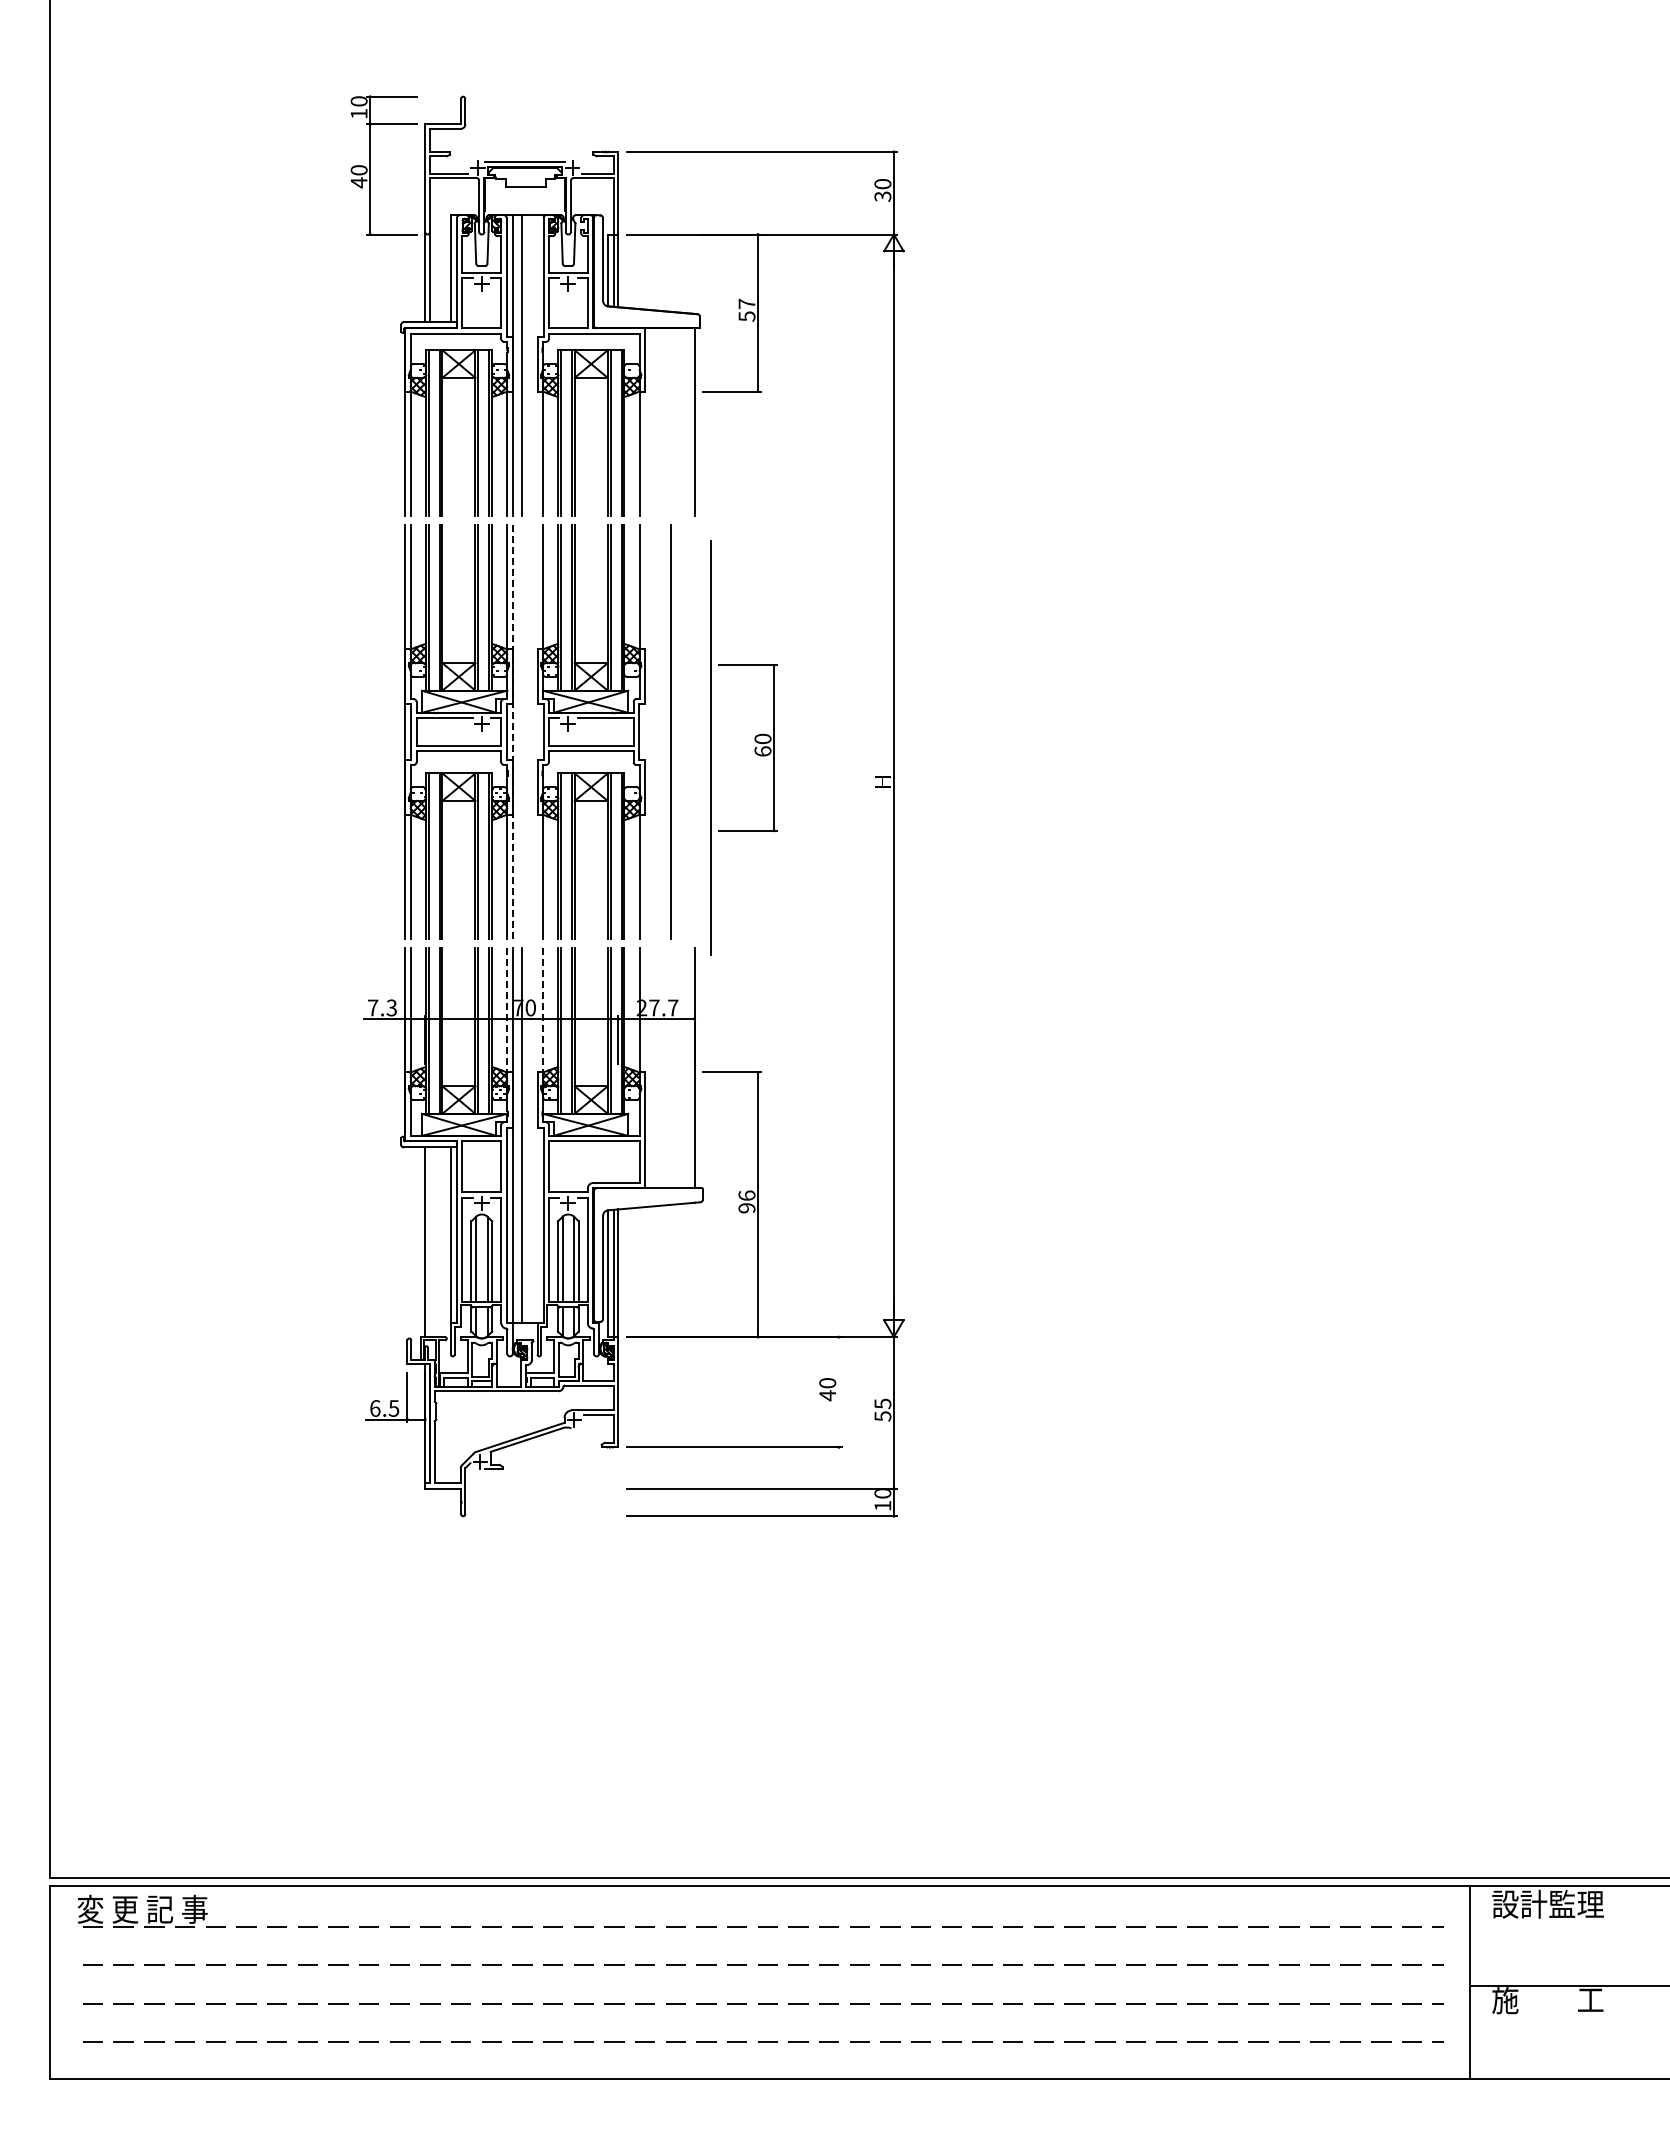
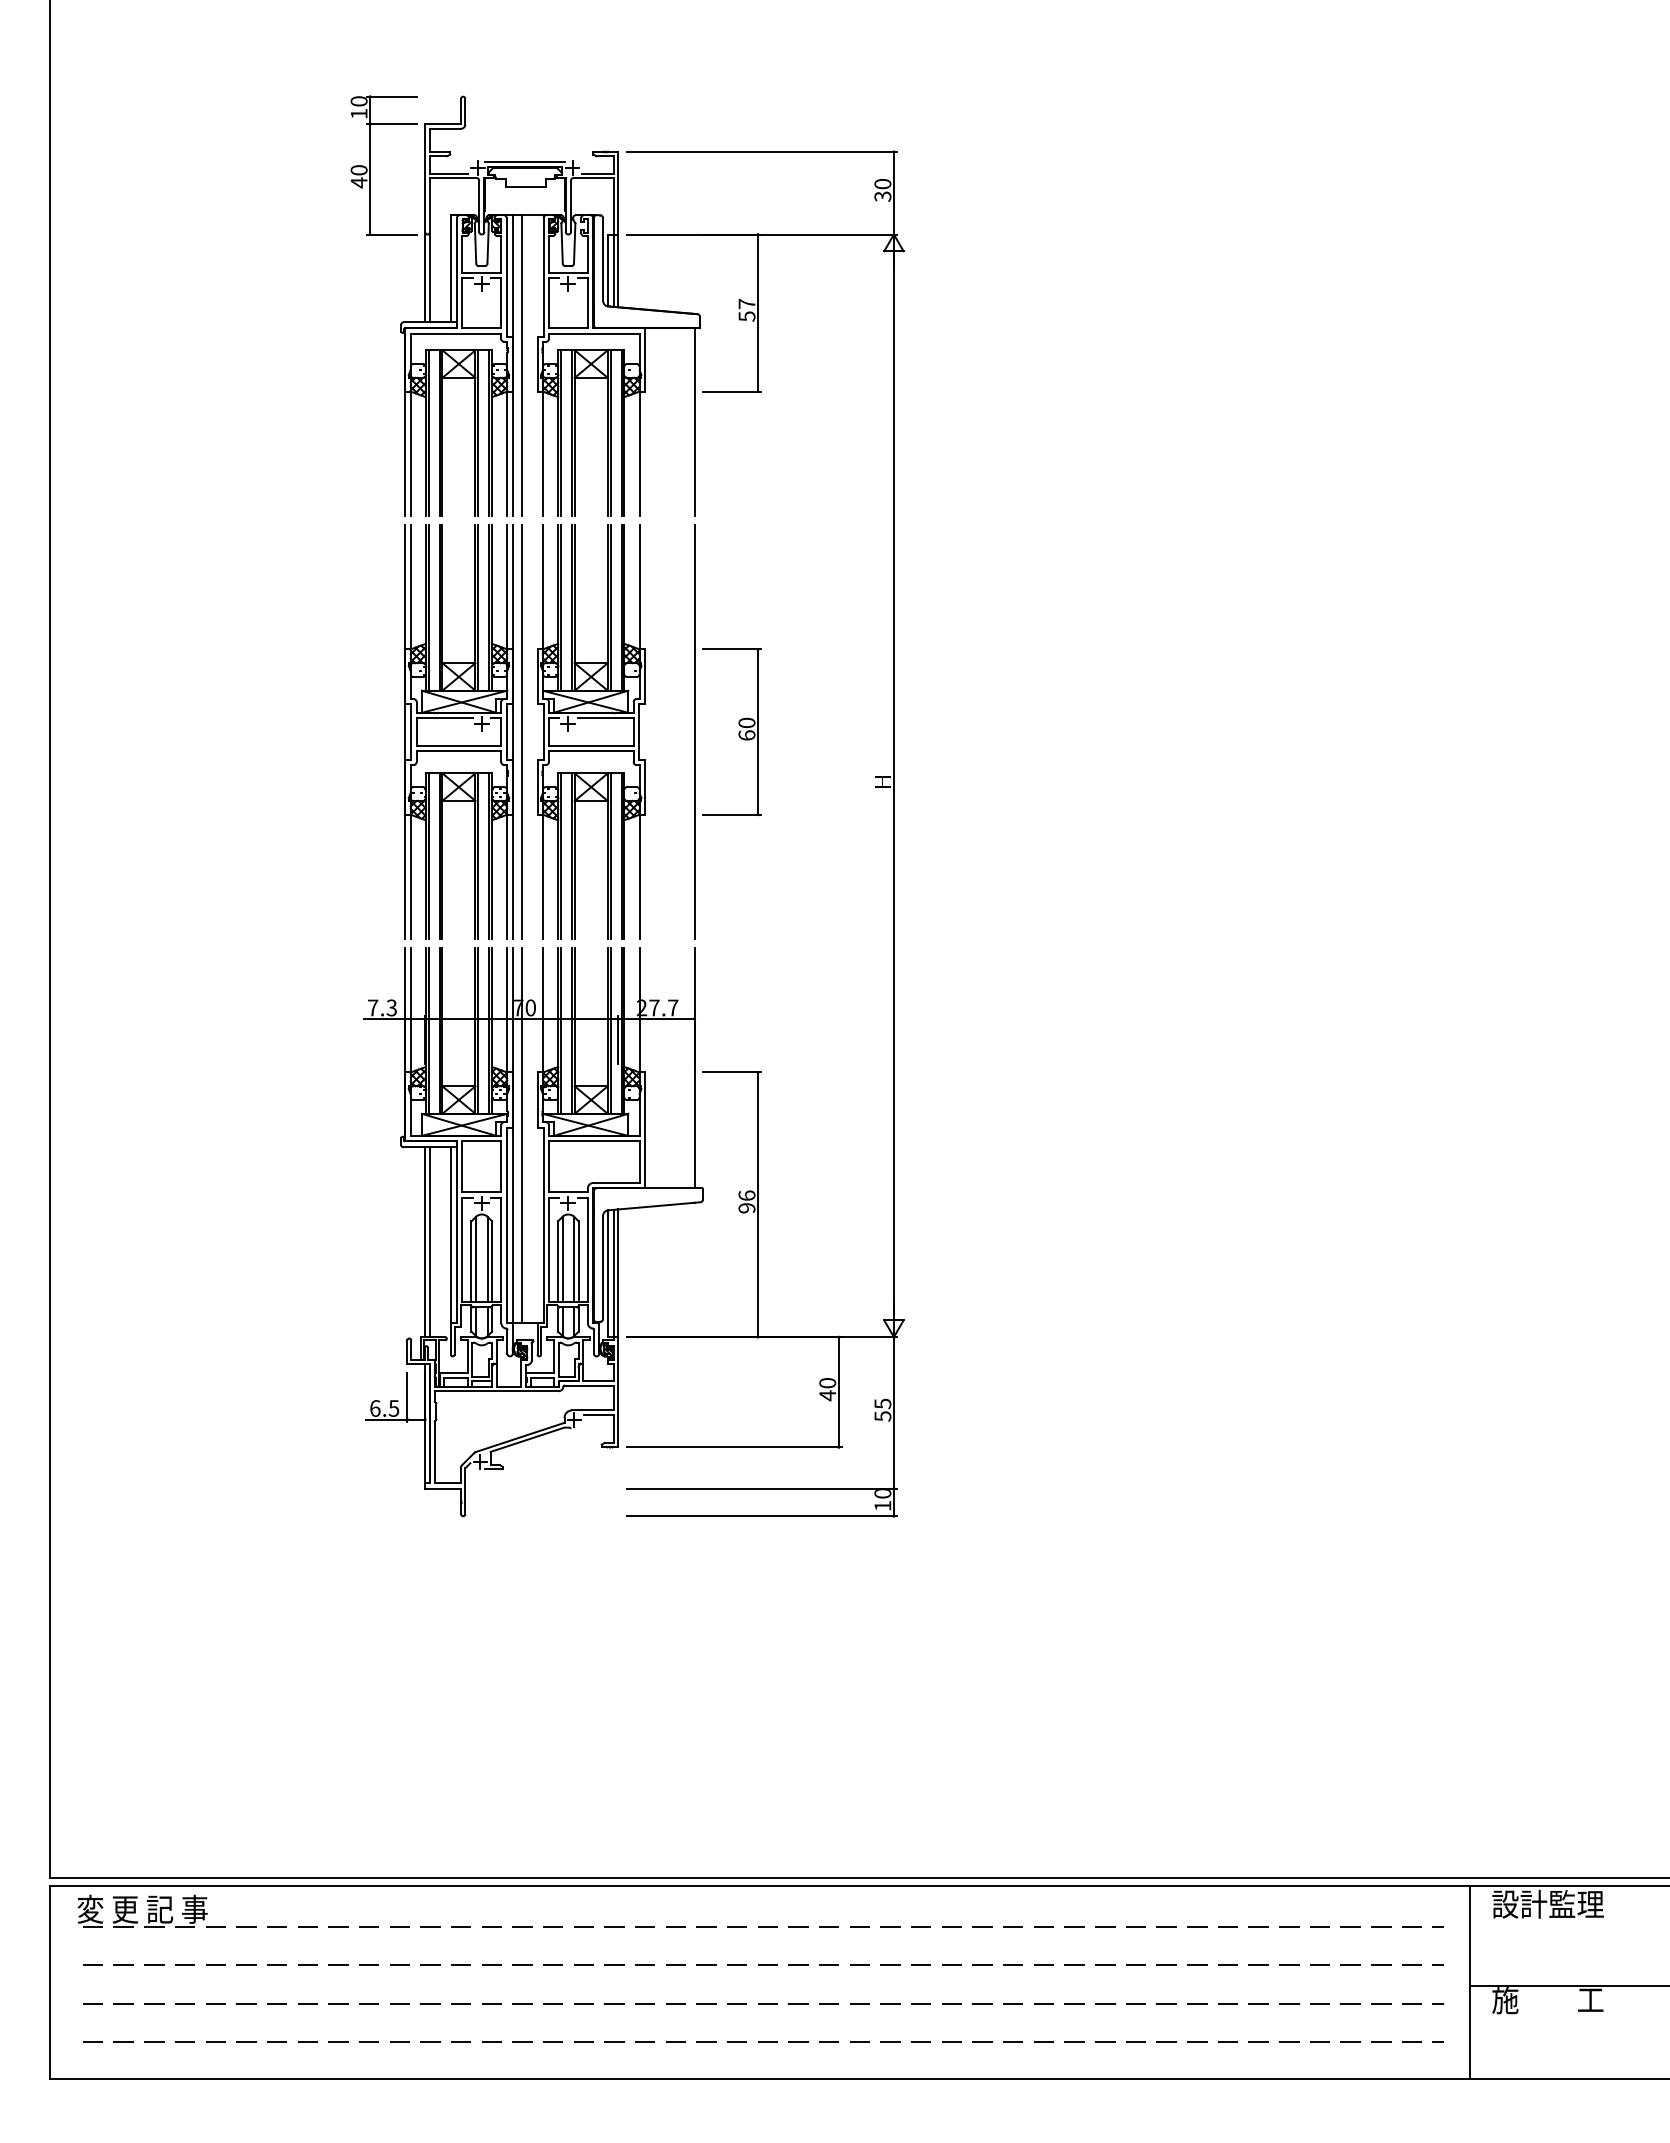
line at (670, 731) position: (670, 731) -> (521, 731)
line at (512, 732): dashed -> solid
part at (754, 748) position: (754, 748) -> (738, 732)
line at (507, 1011): dashed -> solid
line at (543, 1011): dashed -> solid
line at (429, 1242): none -> present
line at (838, 1392): none -> present
